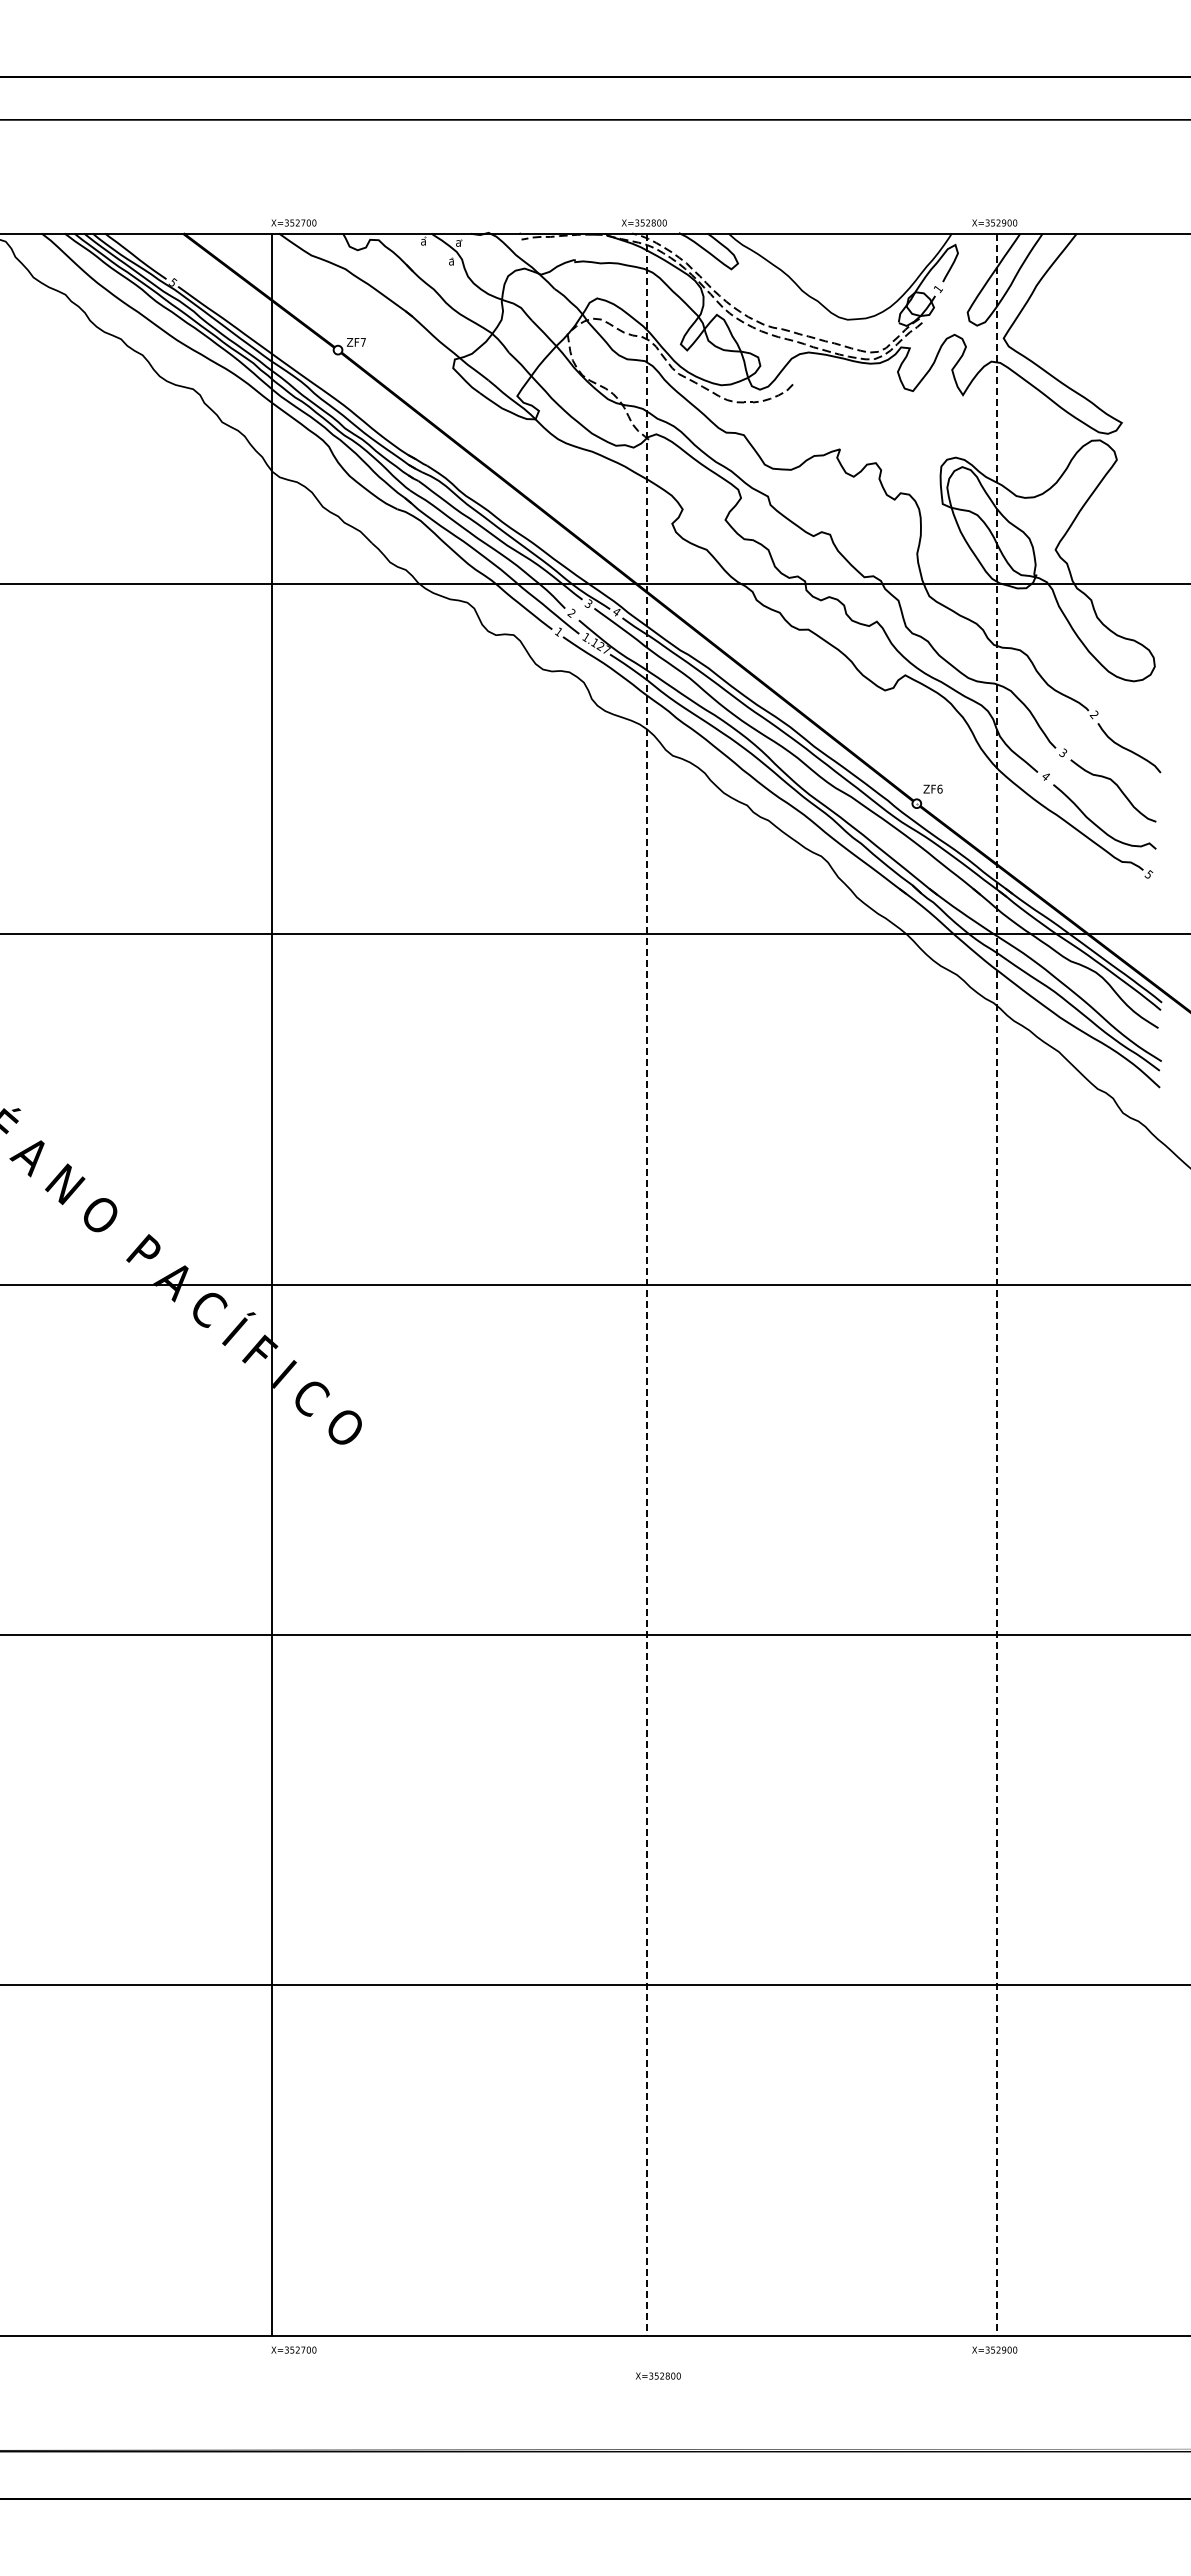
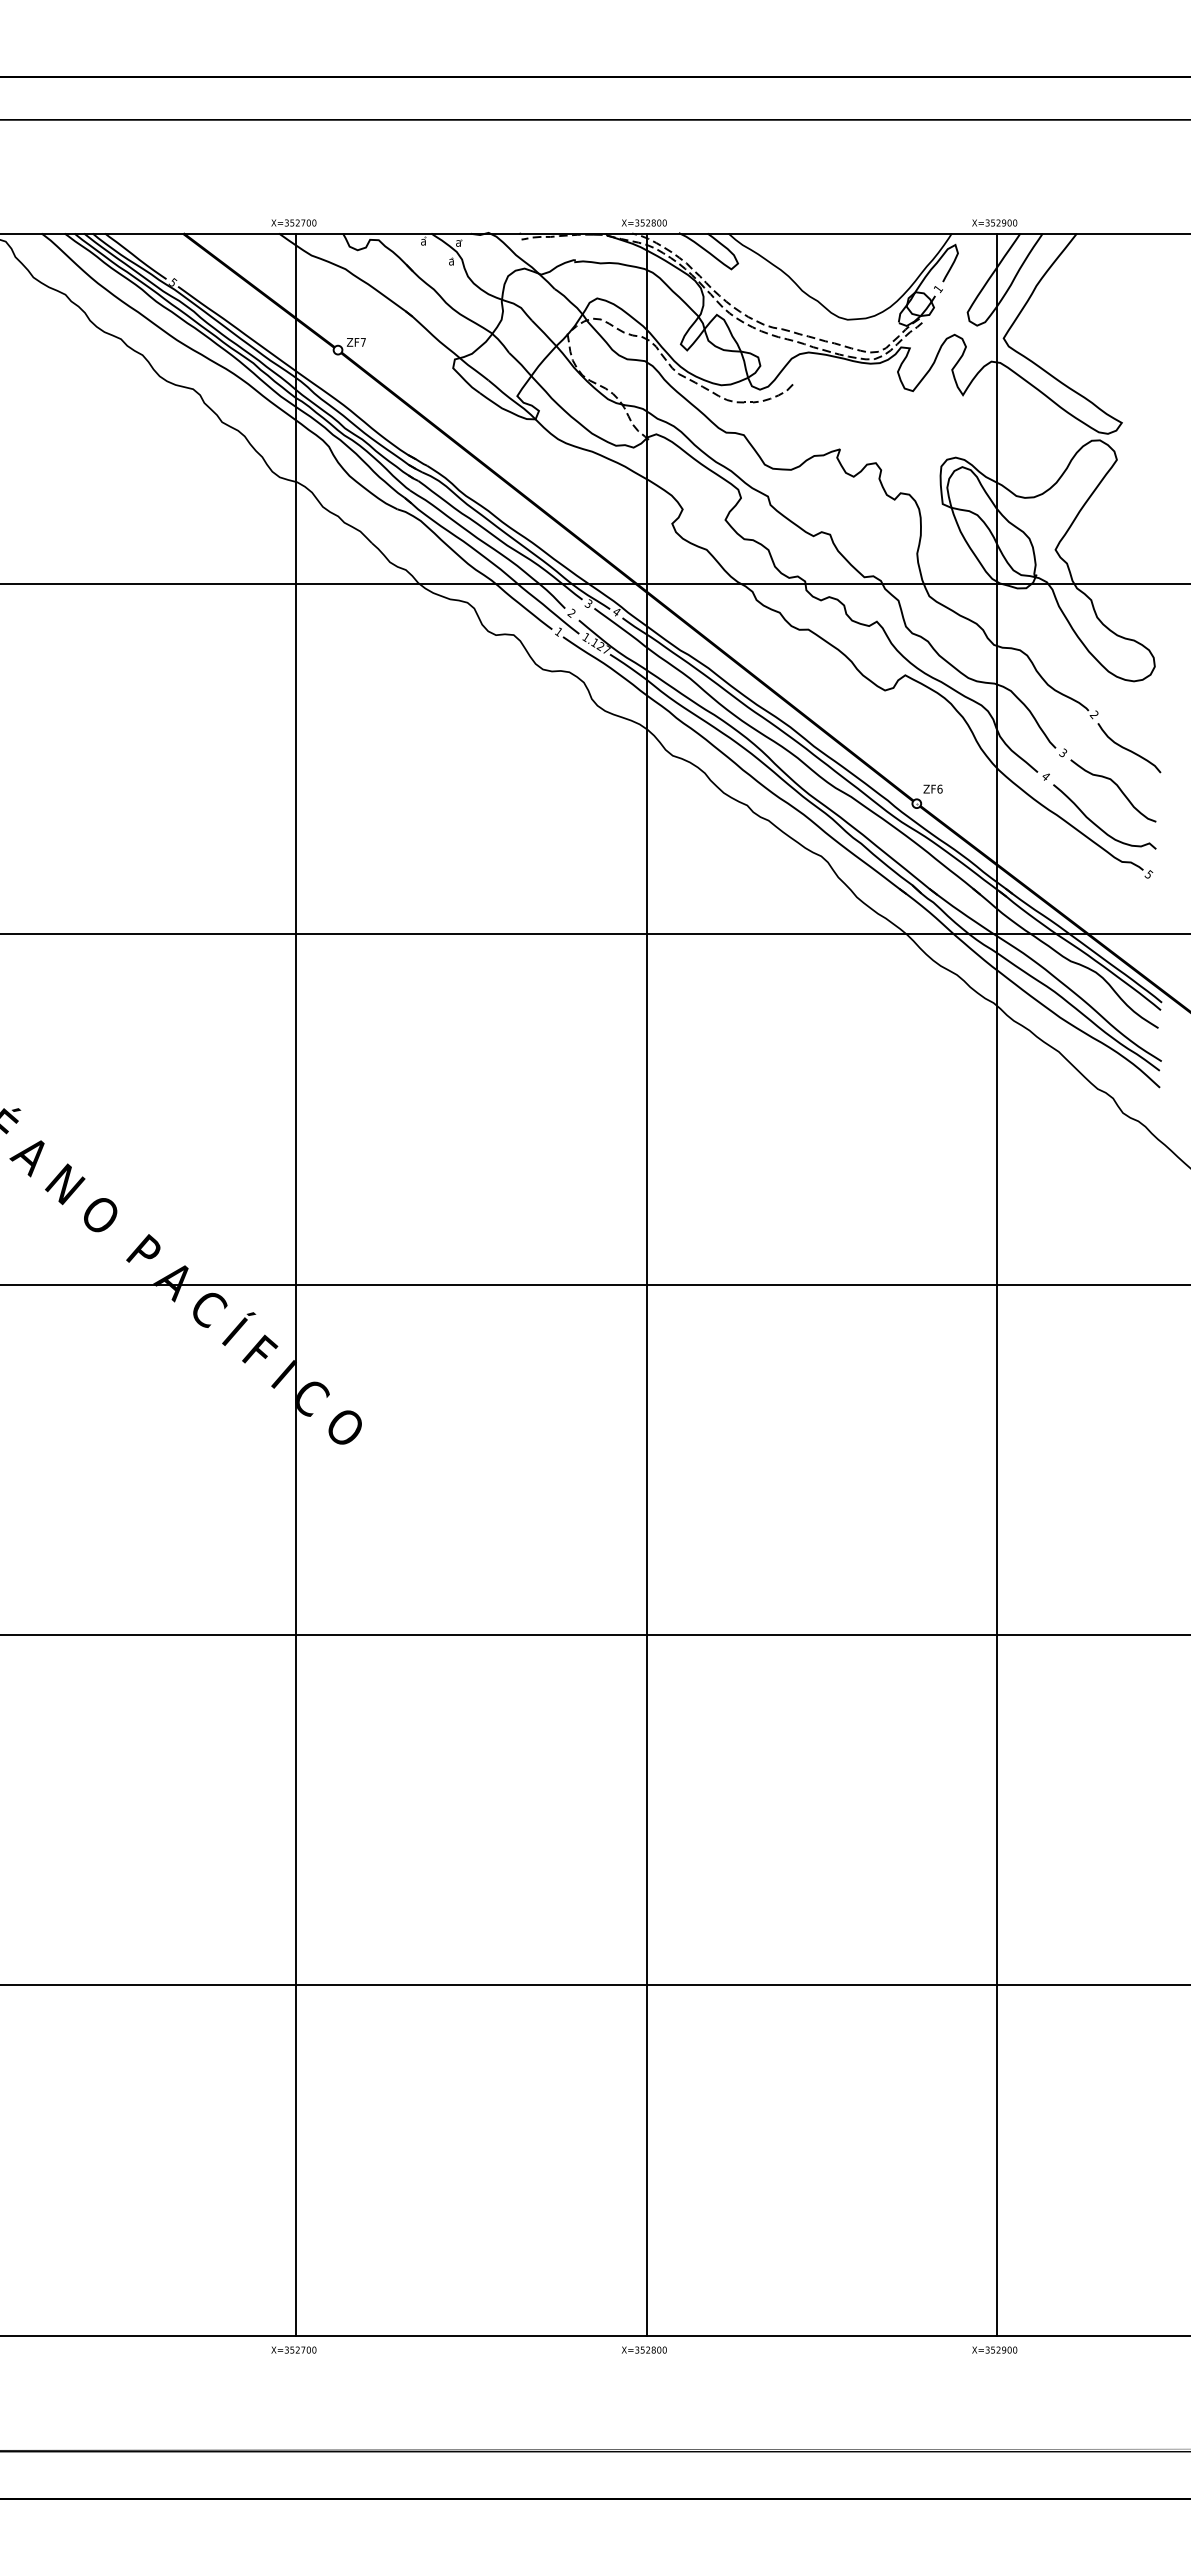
line at (272, 1284) position: (272, 1284) -> (296, 1284)
line at (646, 1285): dashed -> solid
line at (997, 1285): dashed -> solid
text at (657, 2375) position: (657, 2375) -> (643, 2349)
